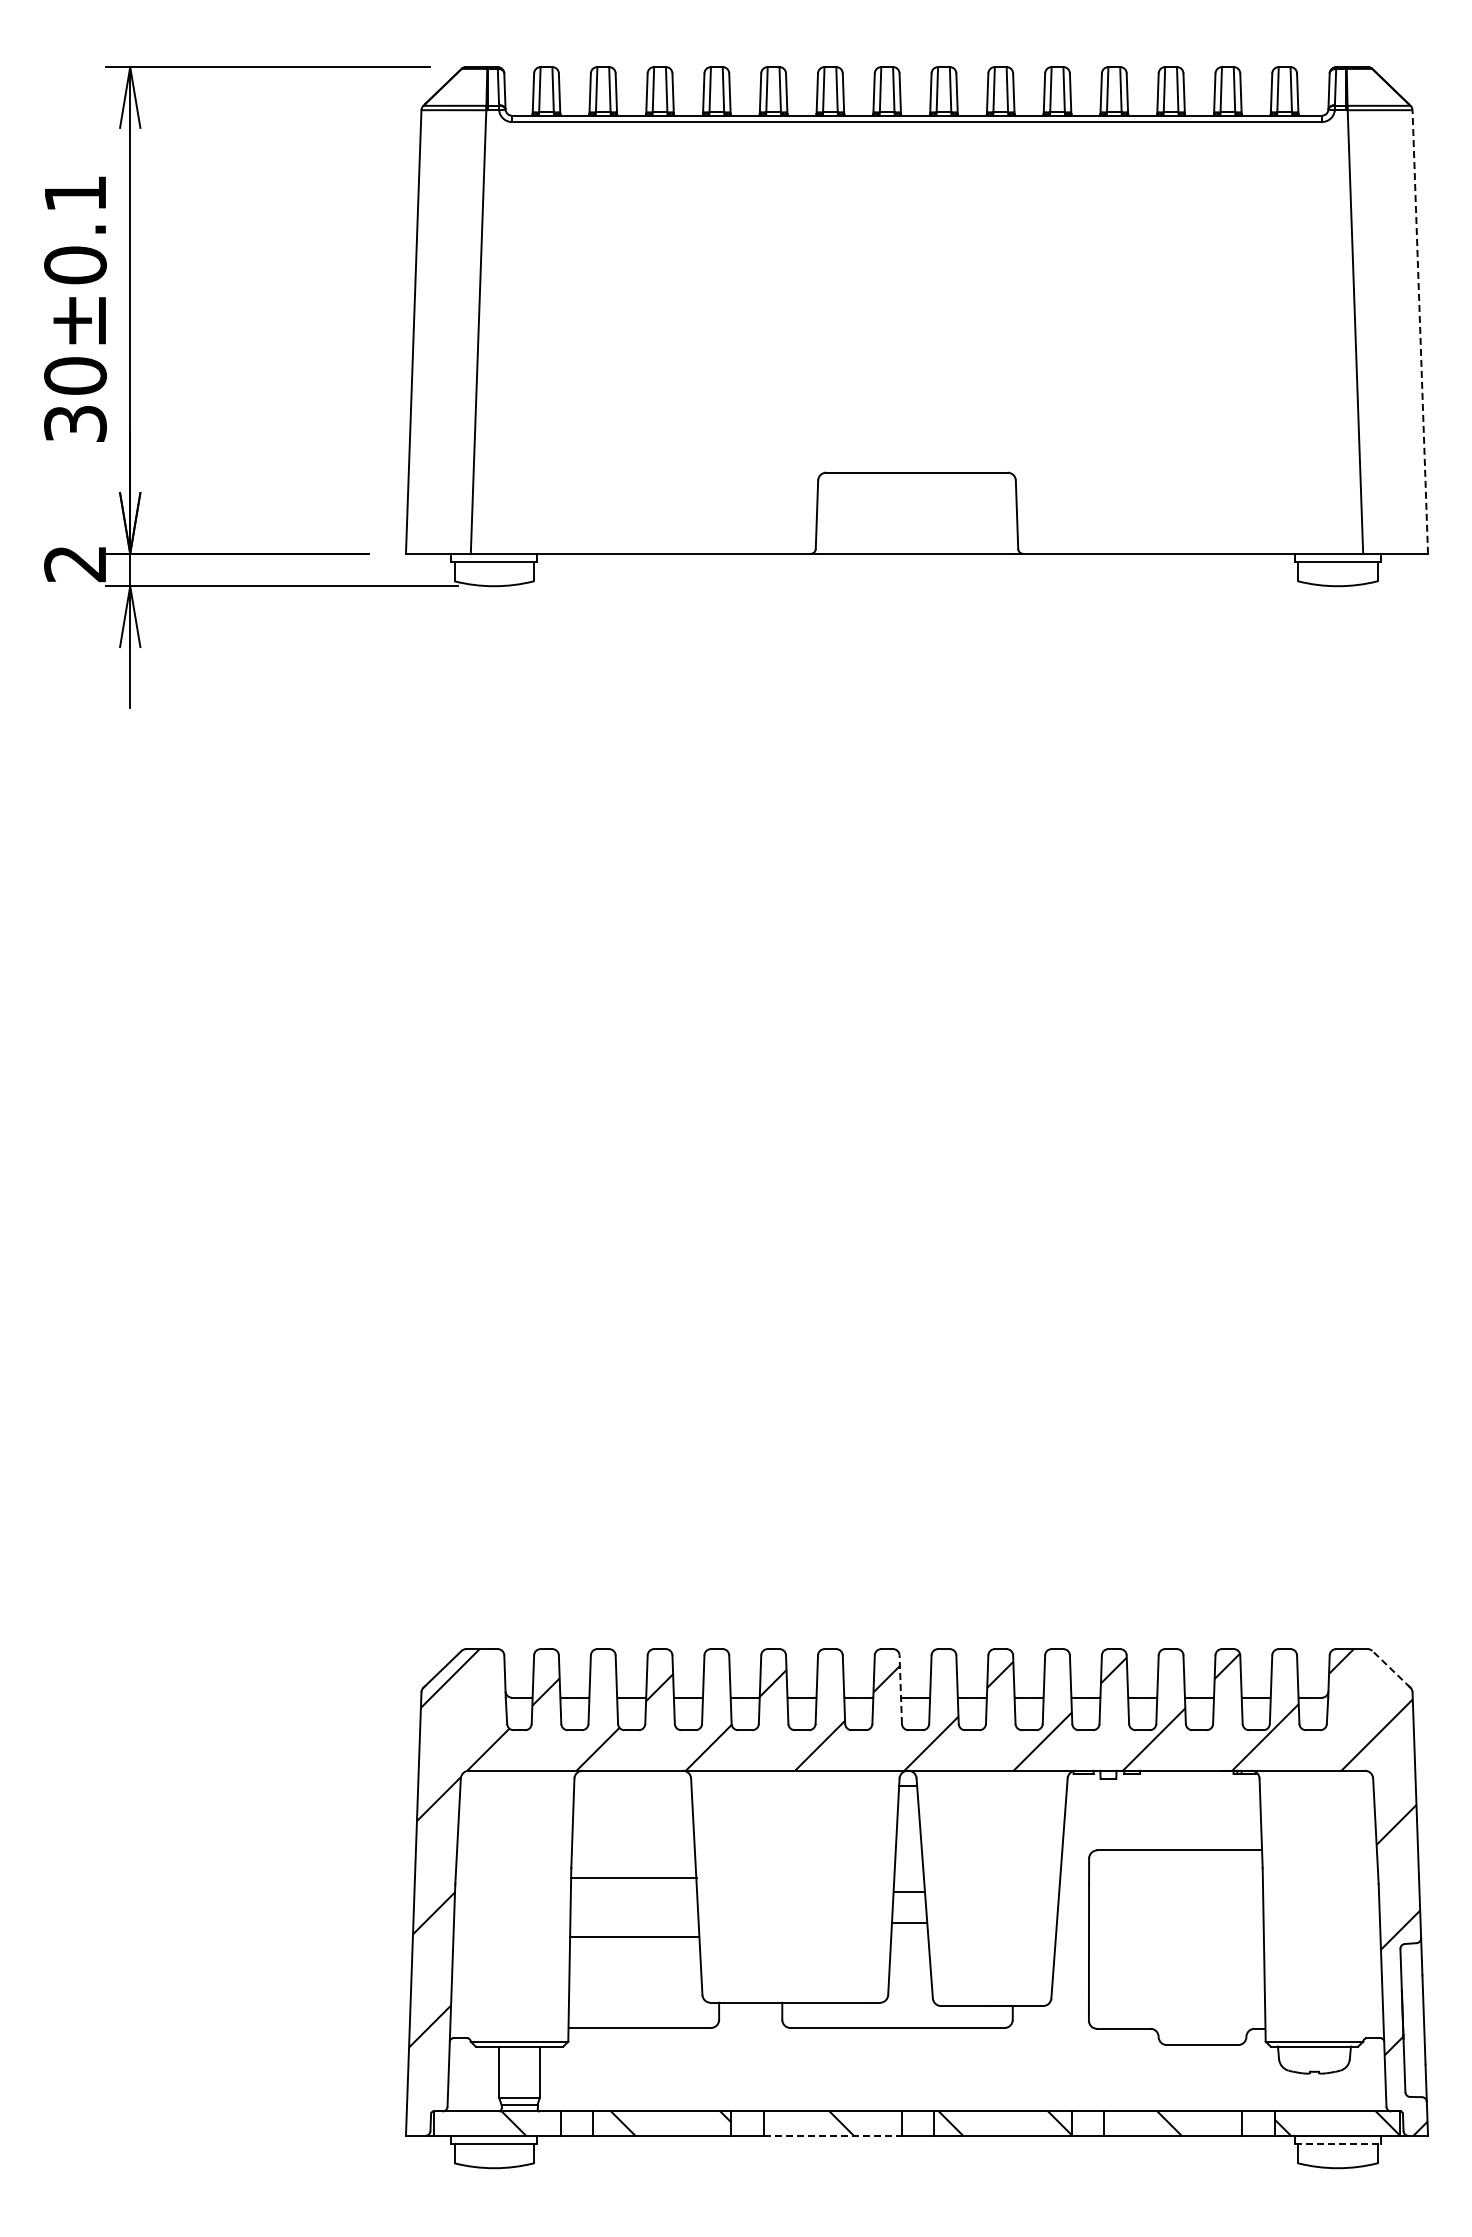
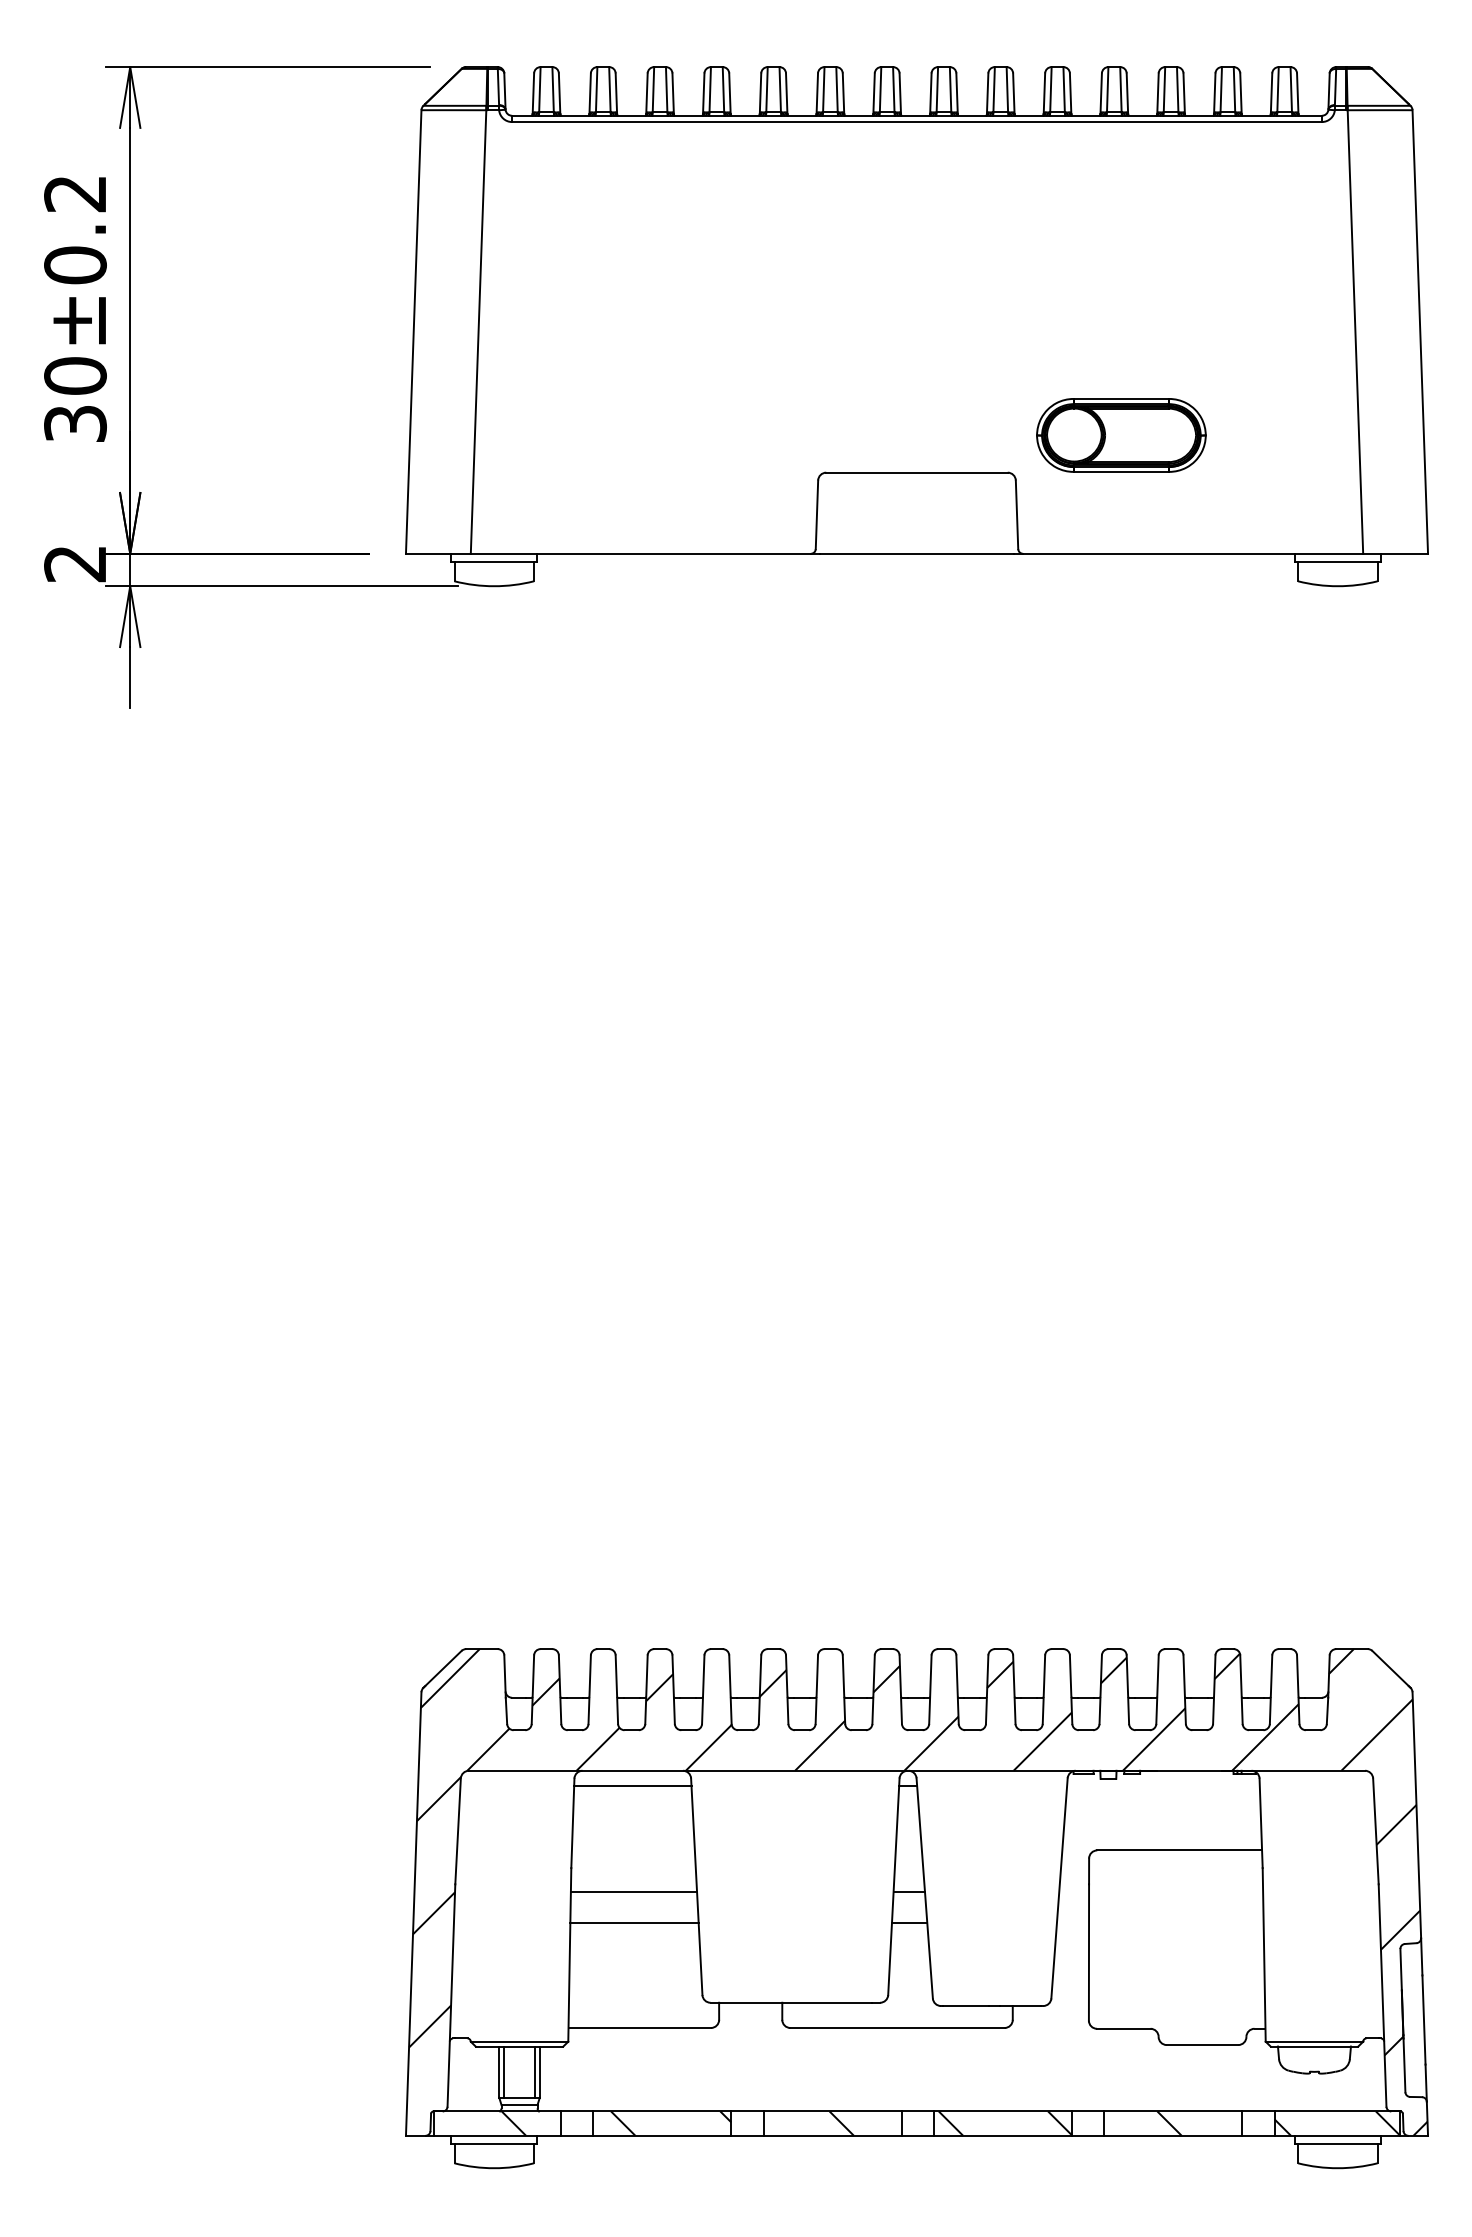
text at (74, 194): 30±0.1 -> 30±0.2
line at (1420, 332): dashed -> solid
part at (1121, 435): none -> present
line at (1391, 1669): dashed -> solid
line at (900, 1689): dashed -> solid
line at (632, 1786): none -> present
line at (633, 1877) position: (633, 1877) -> (633, 1891)
line at (634, 1936) position: (634, 1936) -> (634, 1922)
line at (503, 2071): none -> present
line at (535, 2071): none -> present
line at (832, 2135): dashed -> solid
line at (1337, 2143): dashed -> solid
